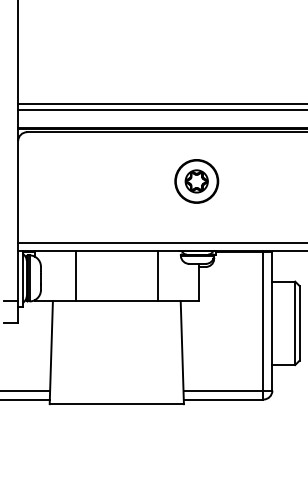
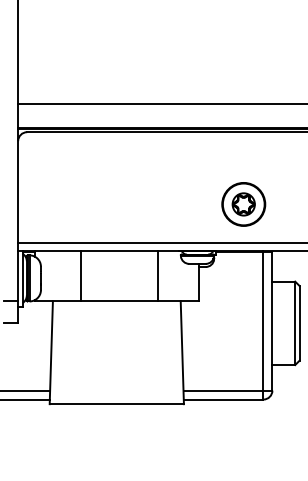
line at (161, 110): present -> none
part at (196, 181) position: (196, 181) -> (243, 204)
line at (75, 276) position: (75, 276) -> (80, 276)
